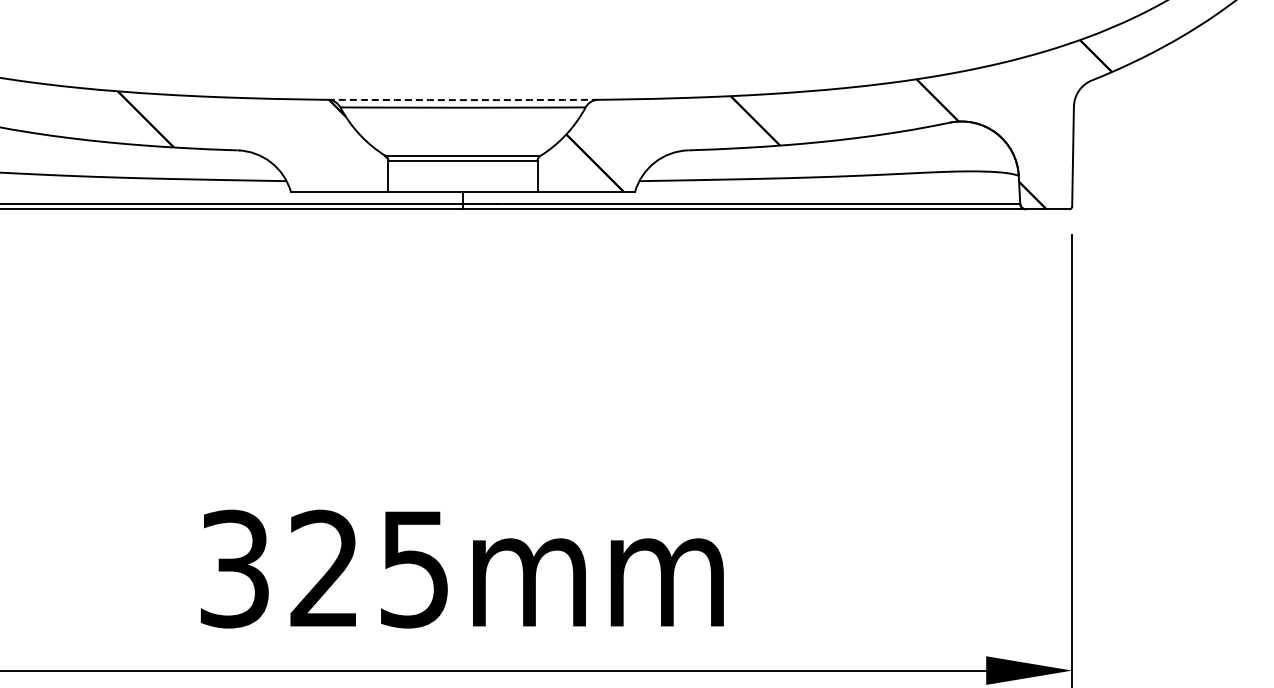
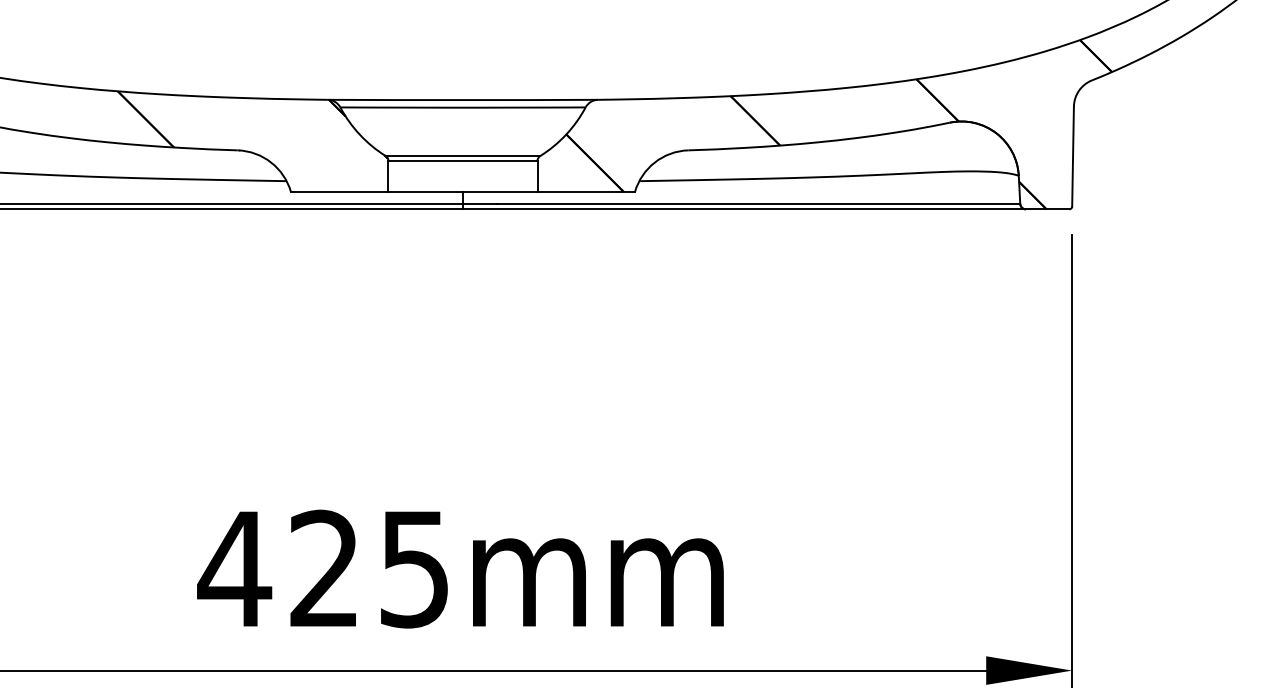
arc at (462, 100): dashed -> solid
text at (234, 568): 325mm -> 425mm
